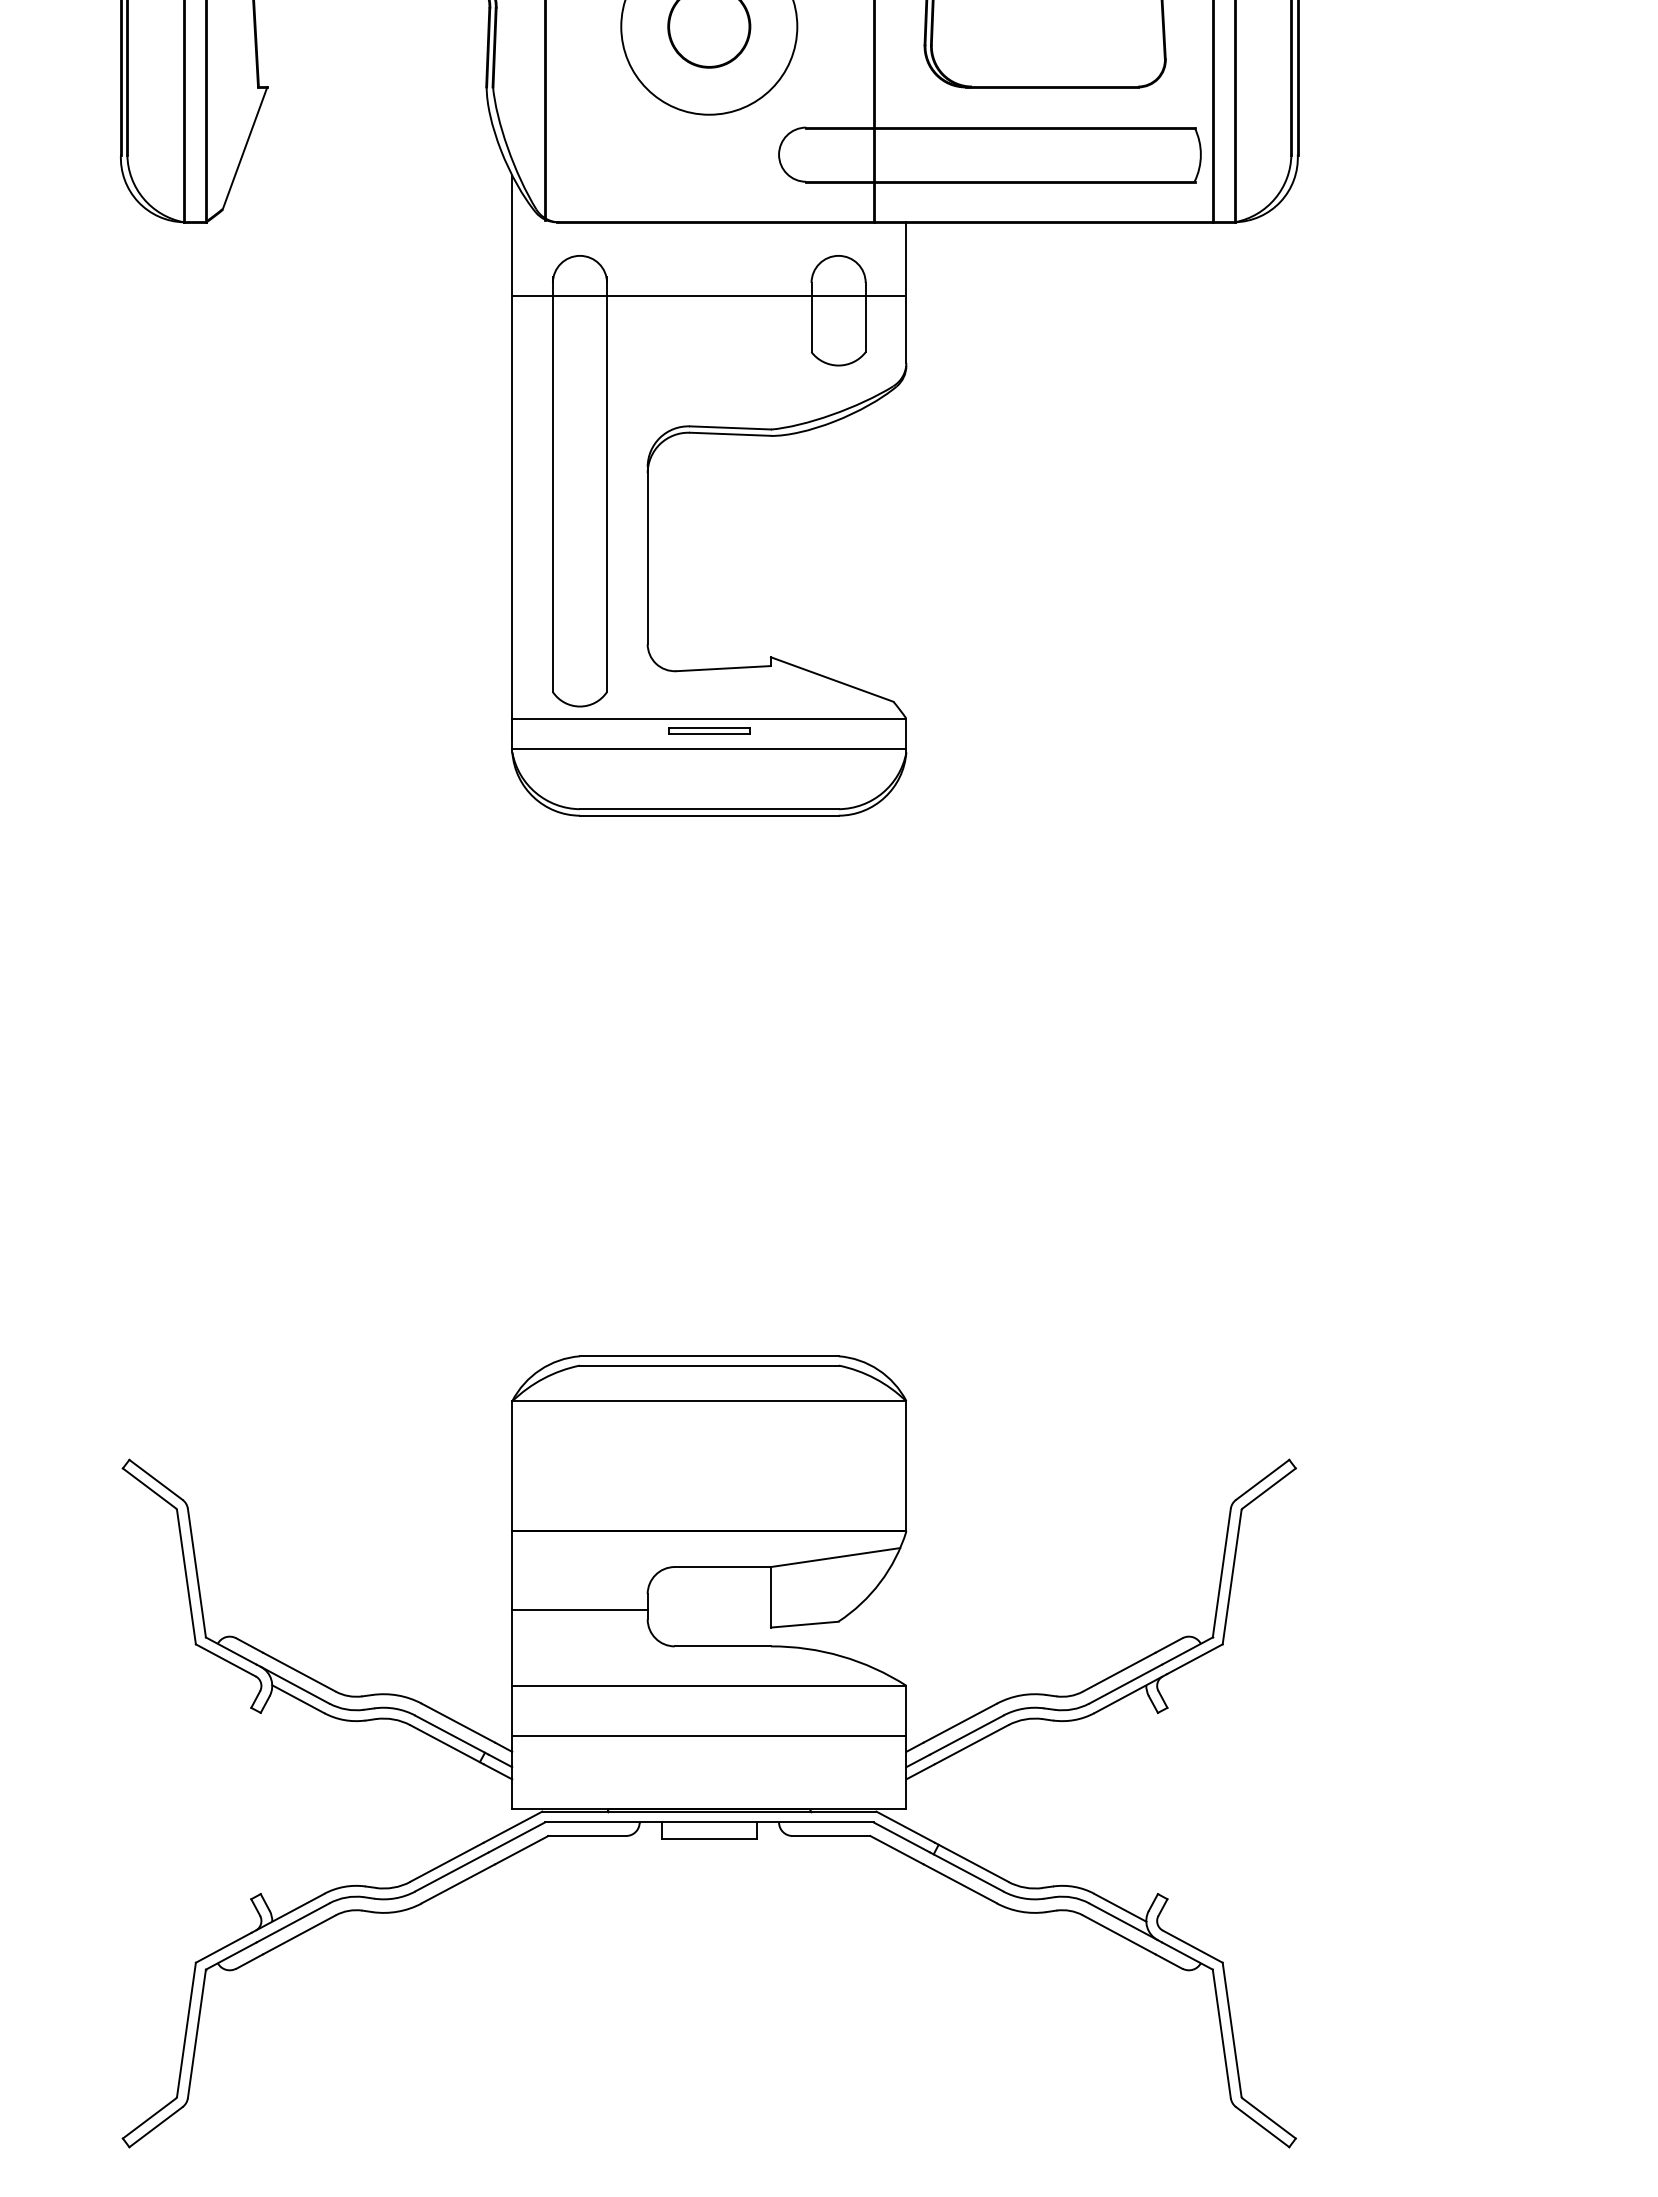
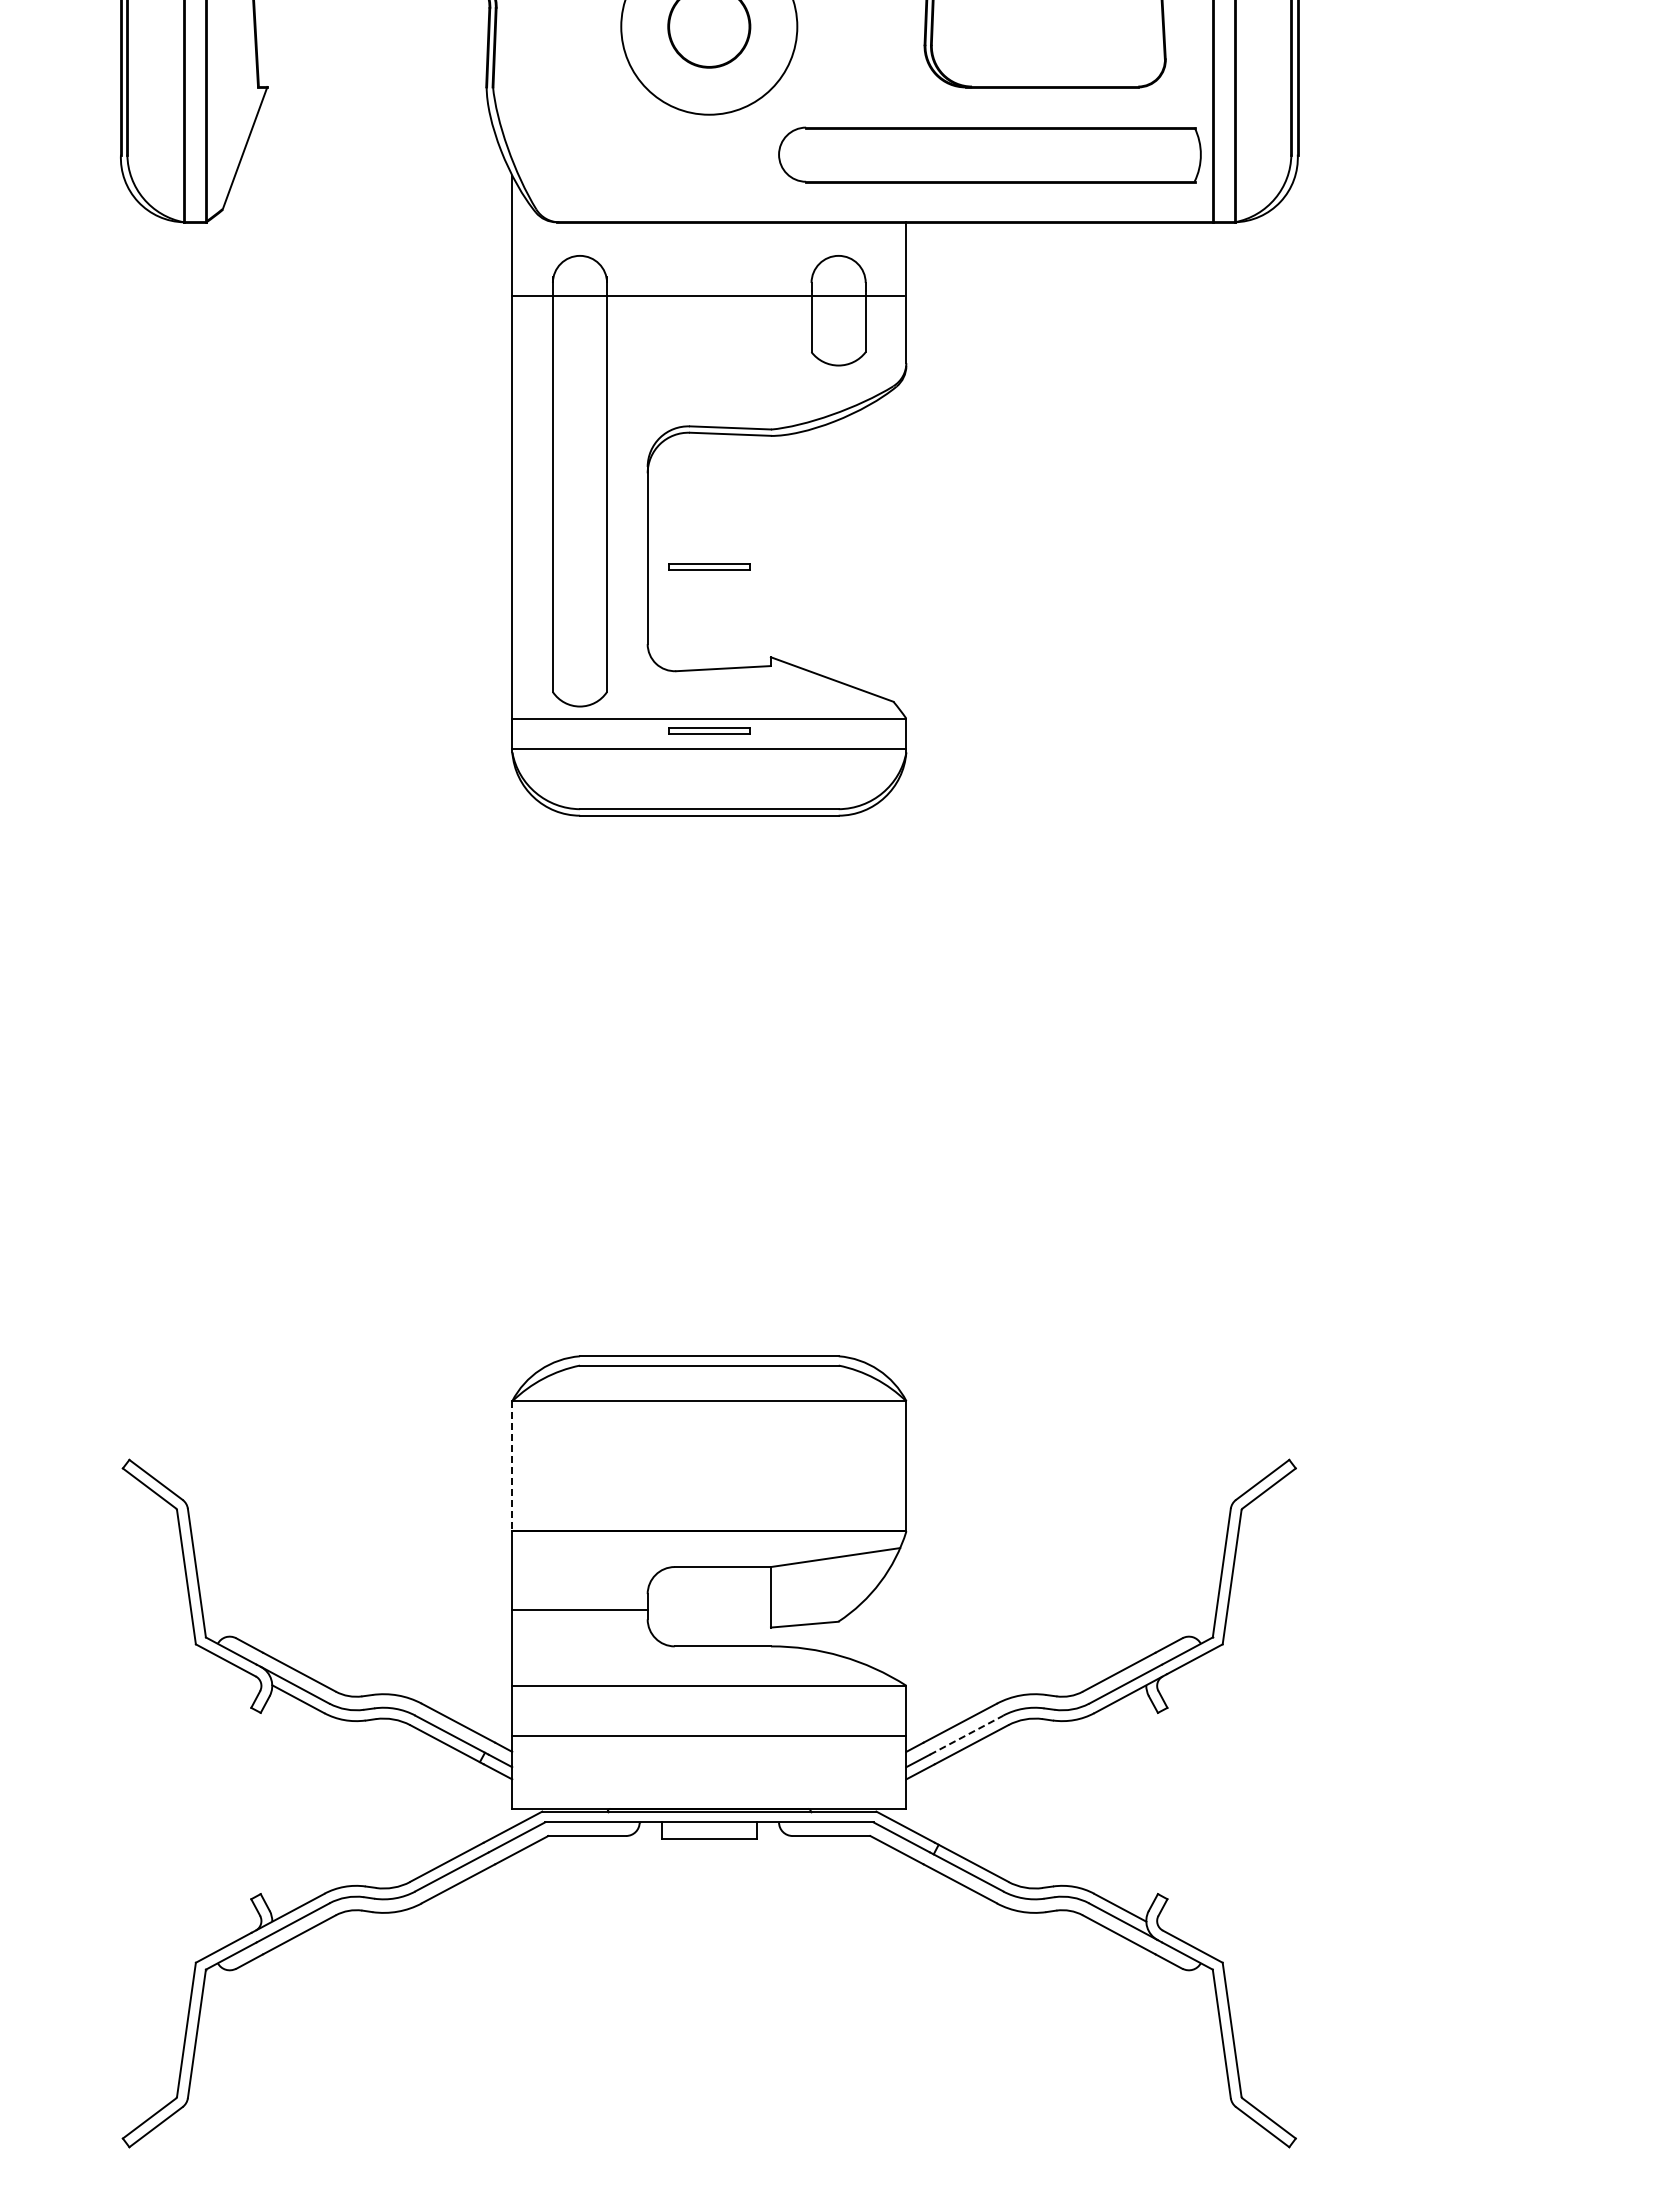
line at (545, 110): present -> none
line at (873, 112): present -> none
part at (709, 566): none -> present
line at (512, 1466): solid -> dashed
line at (966, 1735): solid -> dashed
